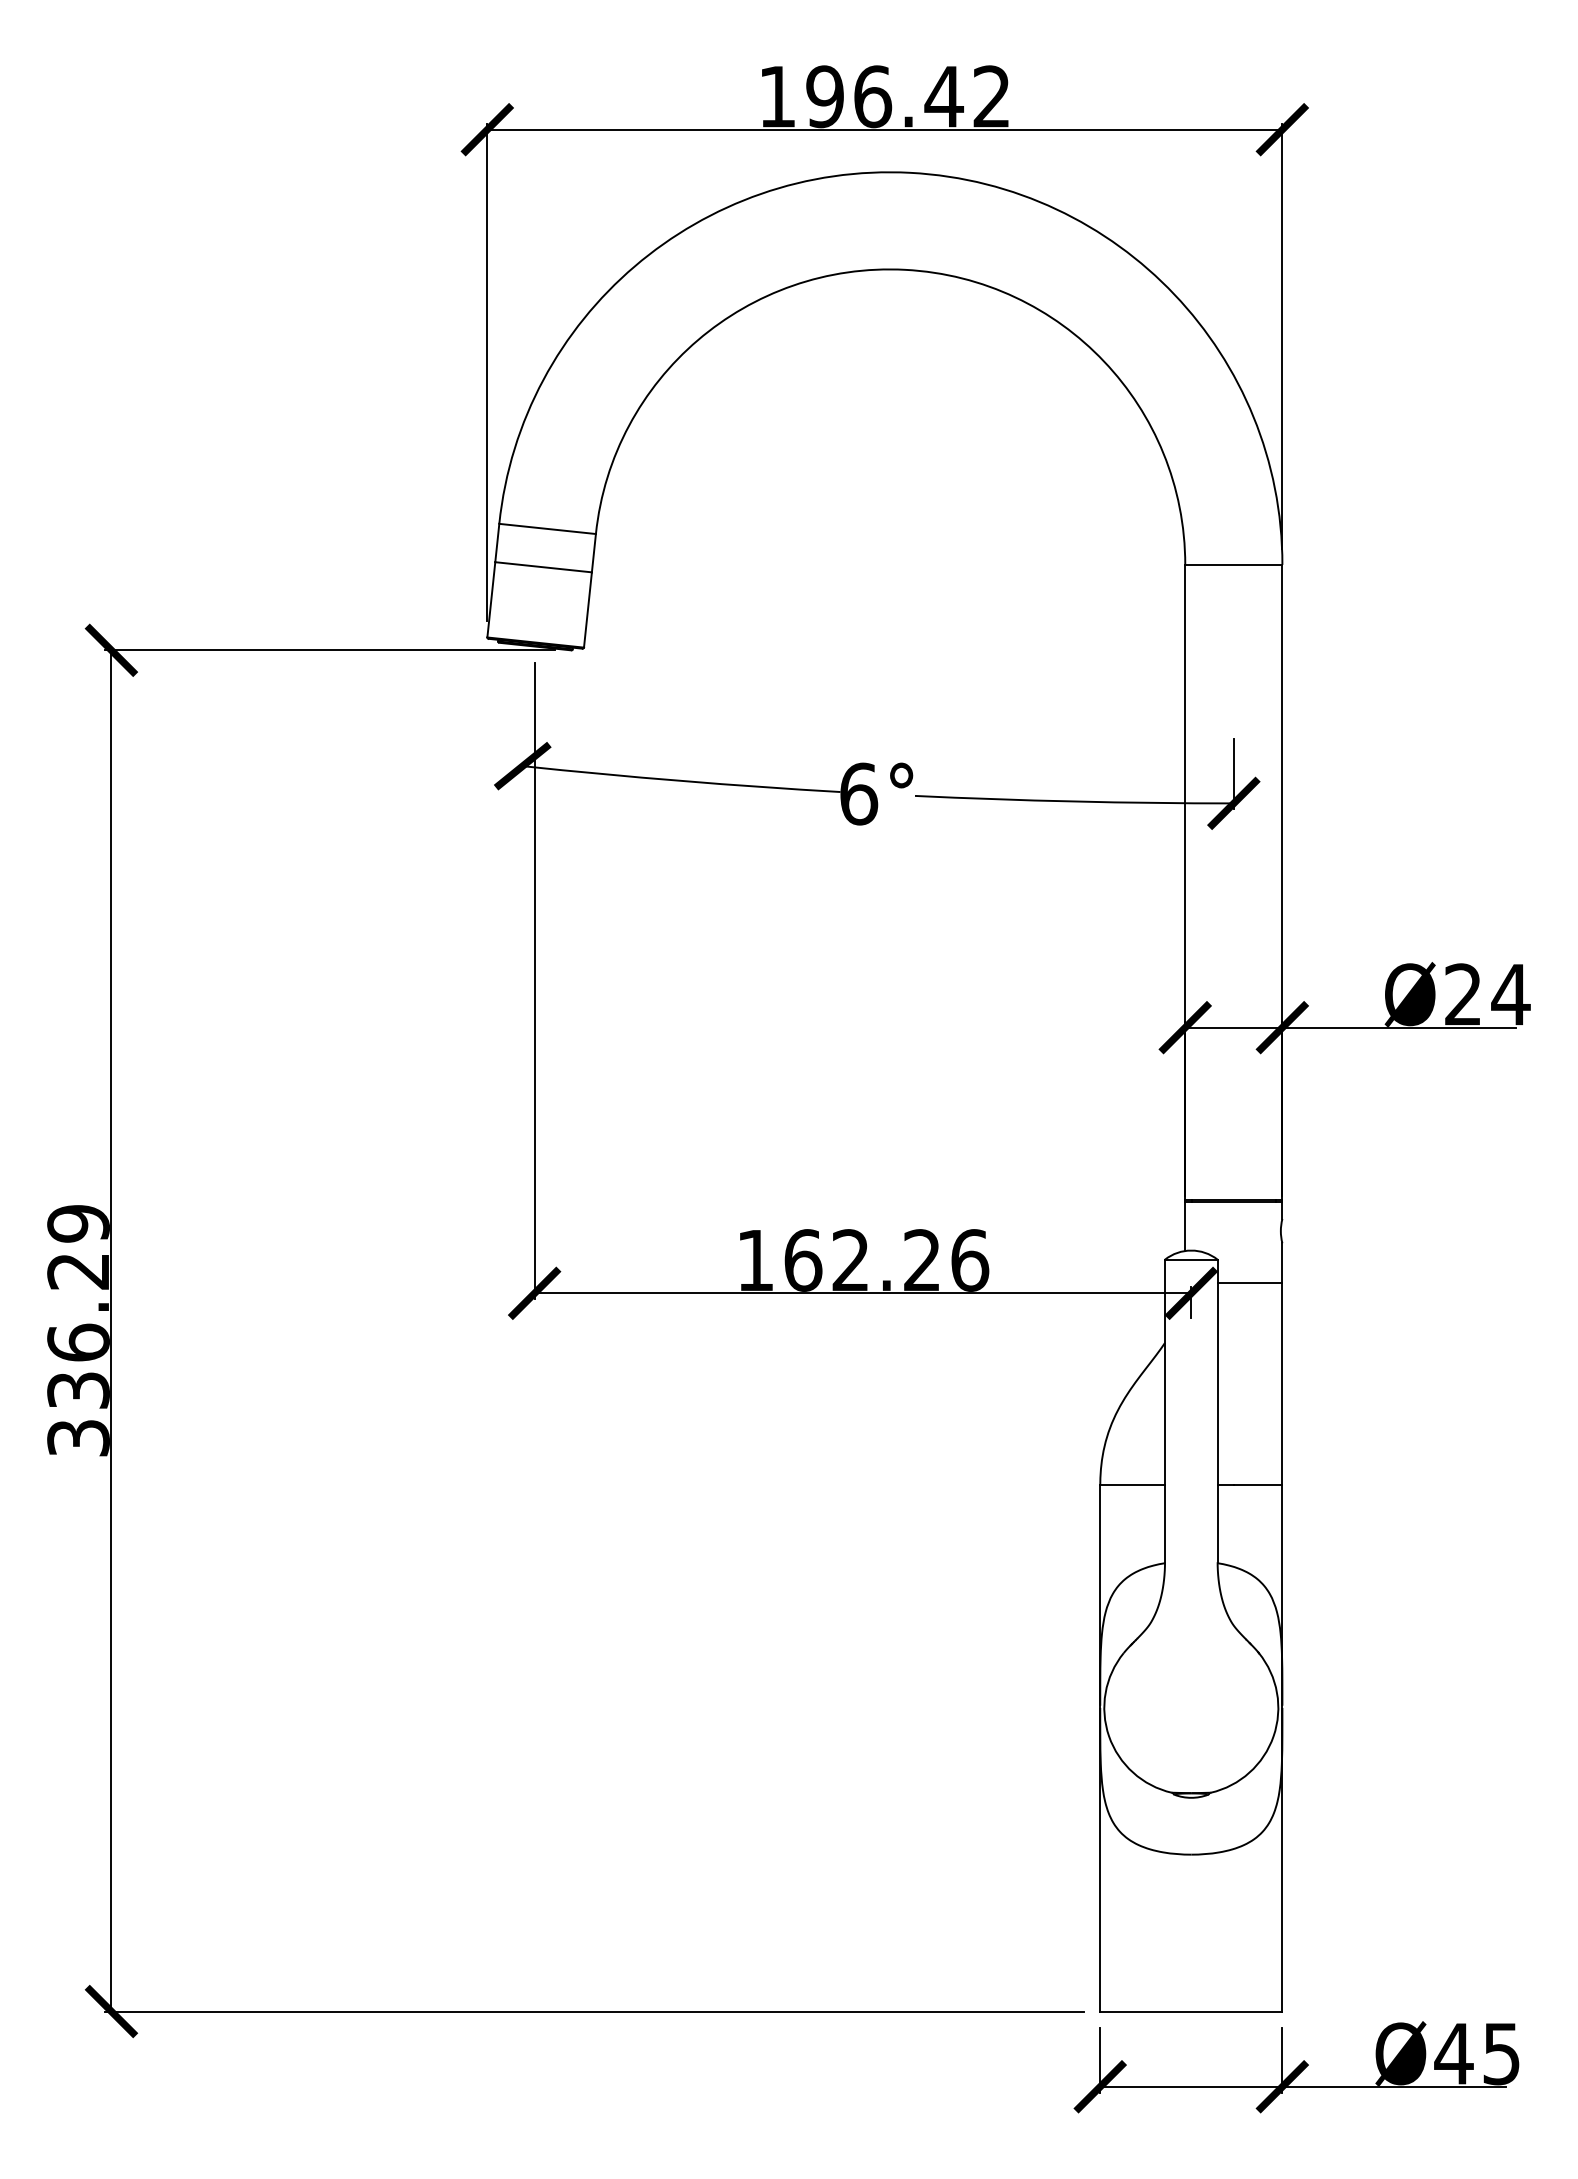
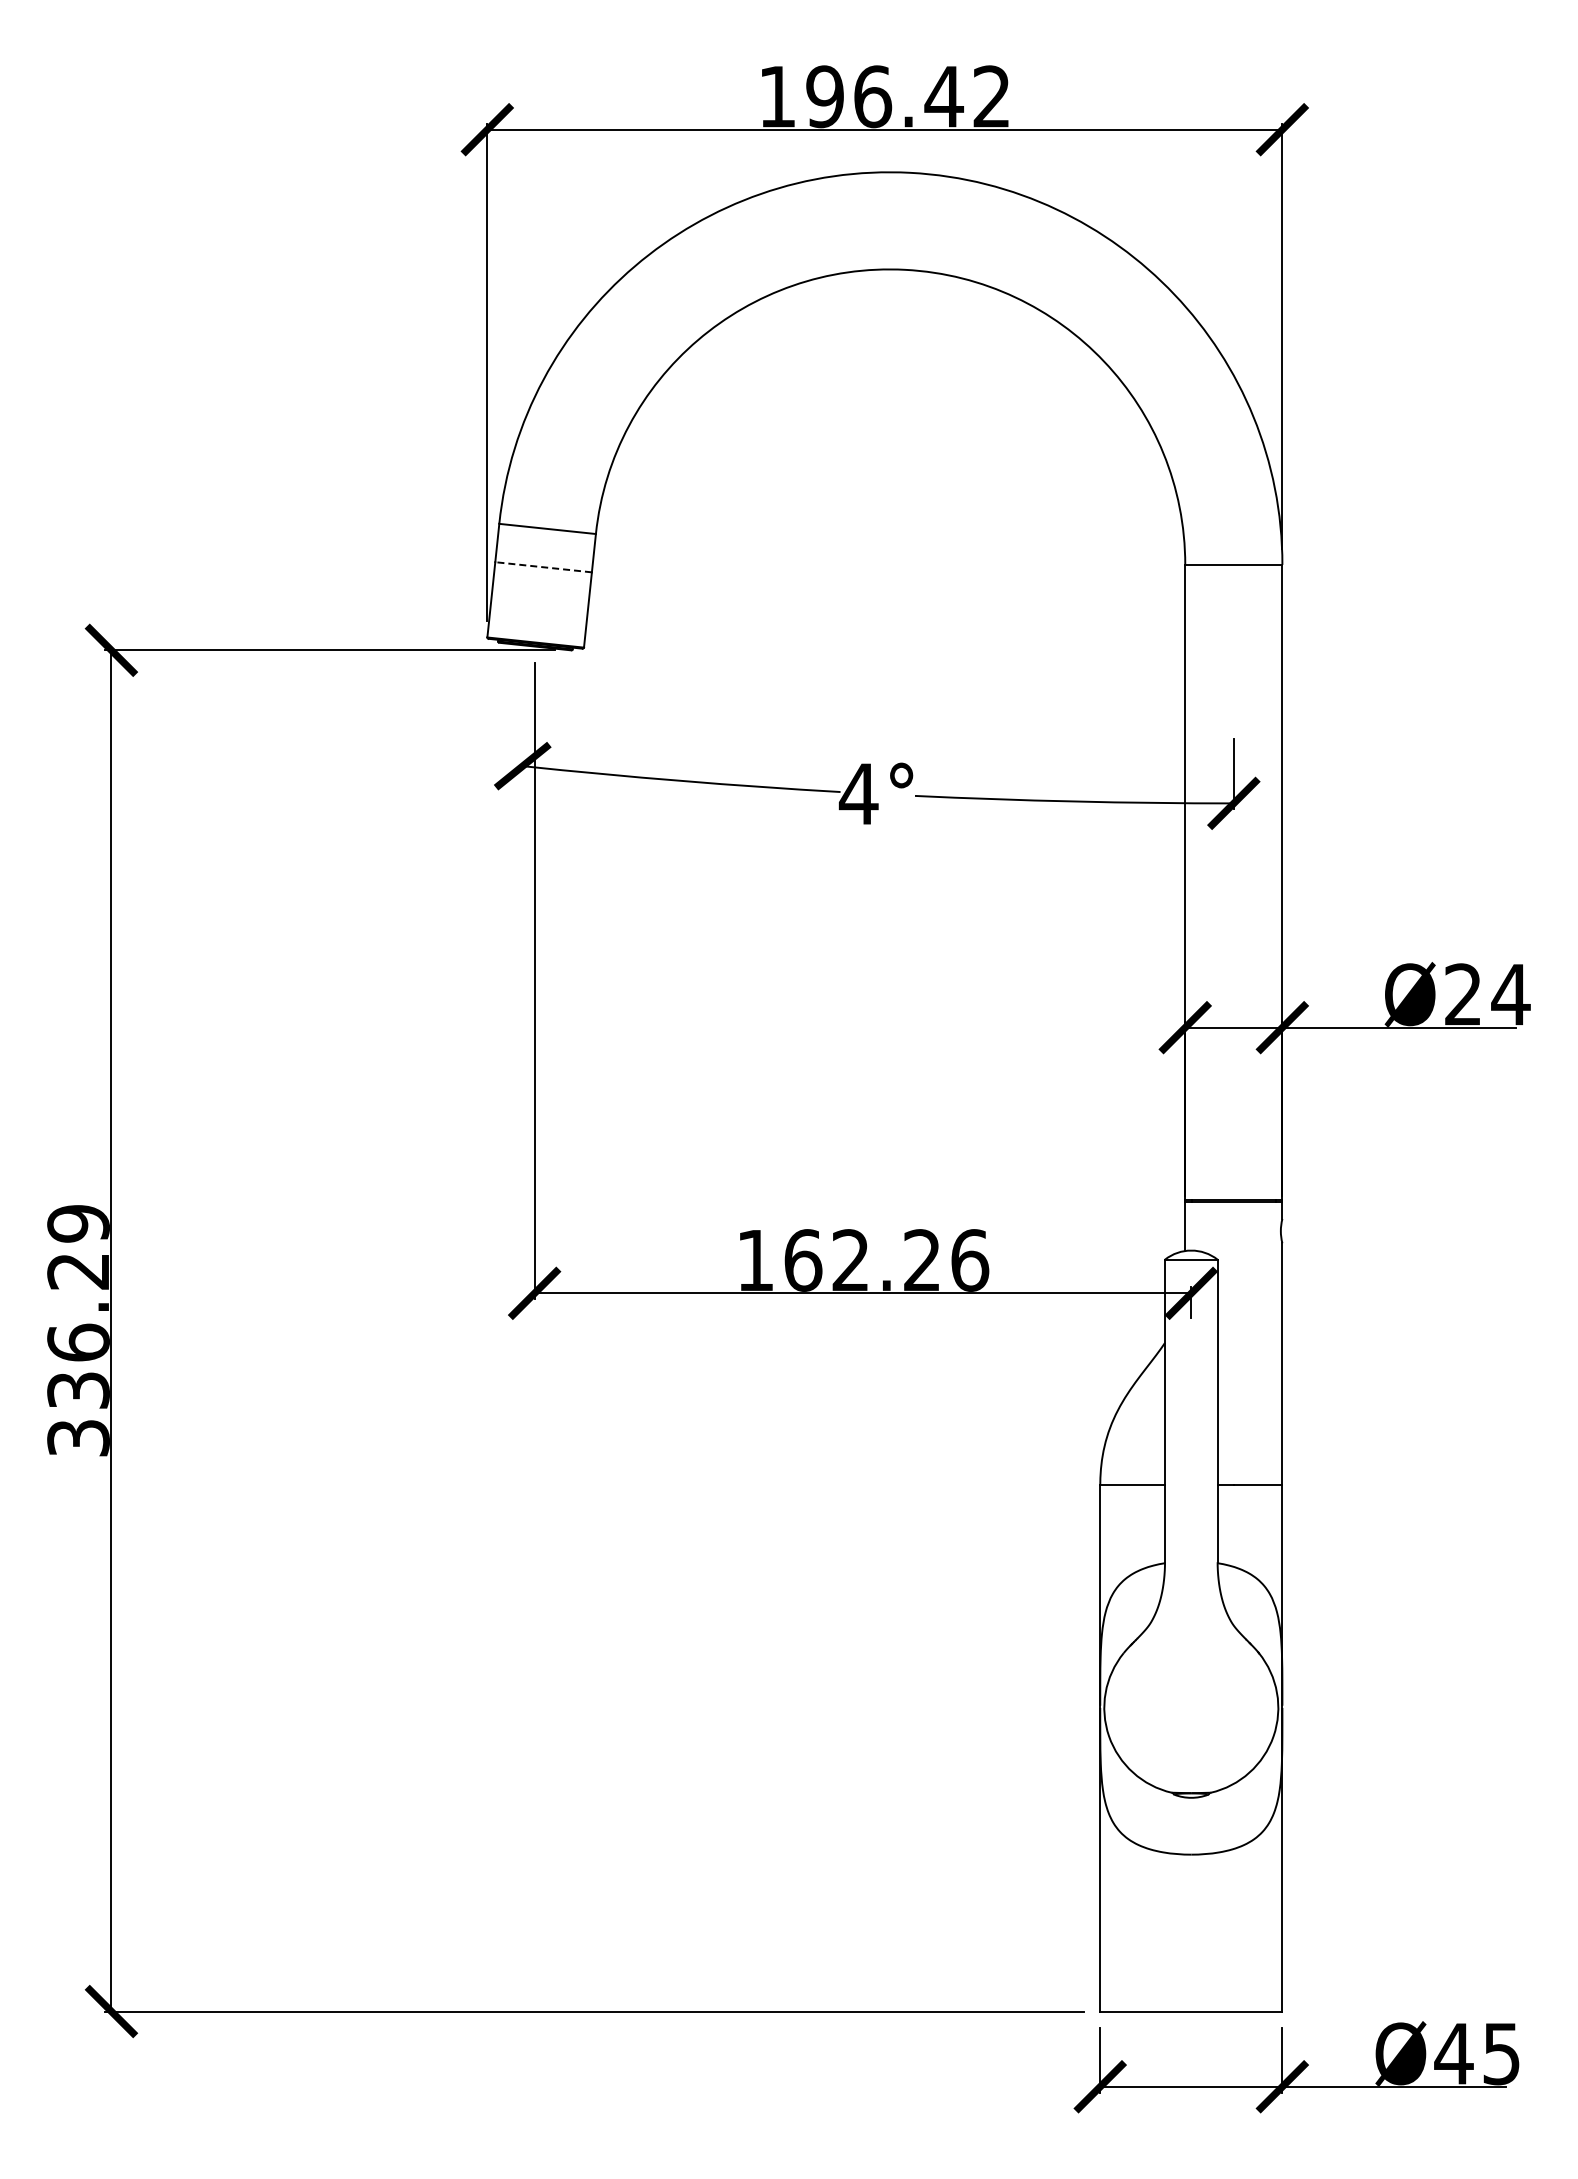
line at (543, 567): solid -> dashed
text at (858, 793): 6° -> 4°
line at (1249, 1282): present -> none
